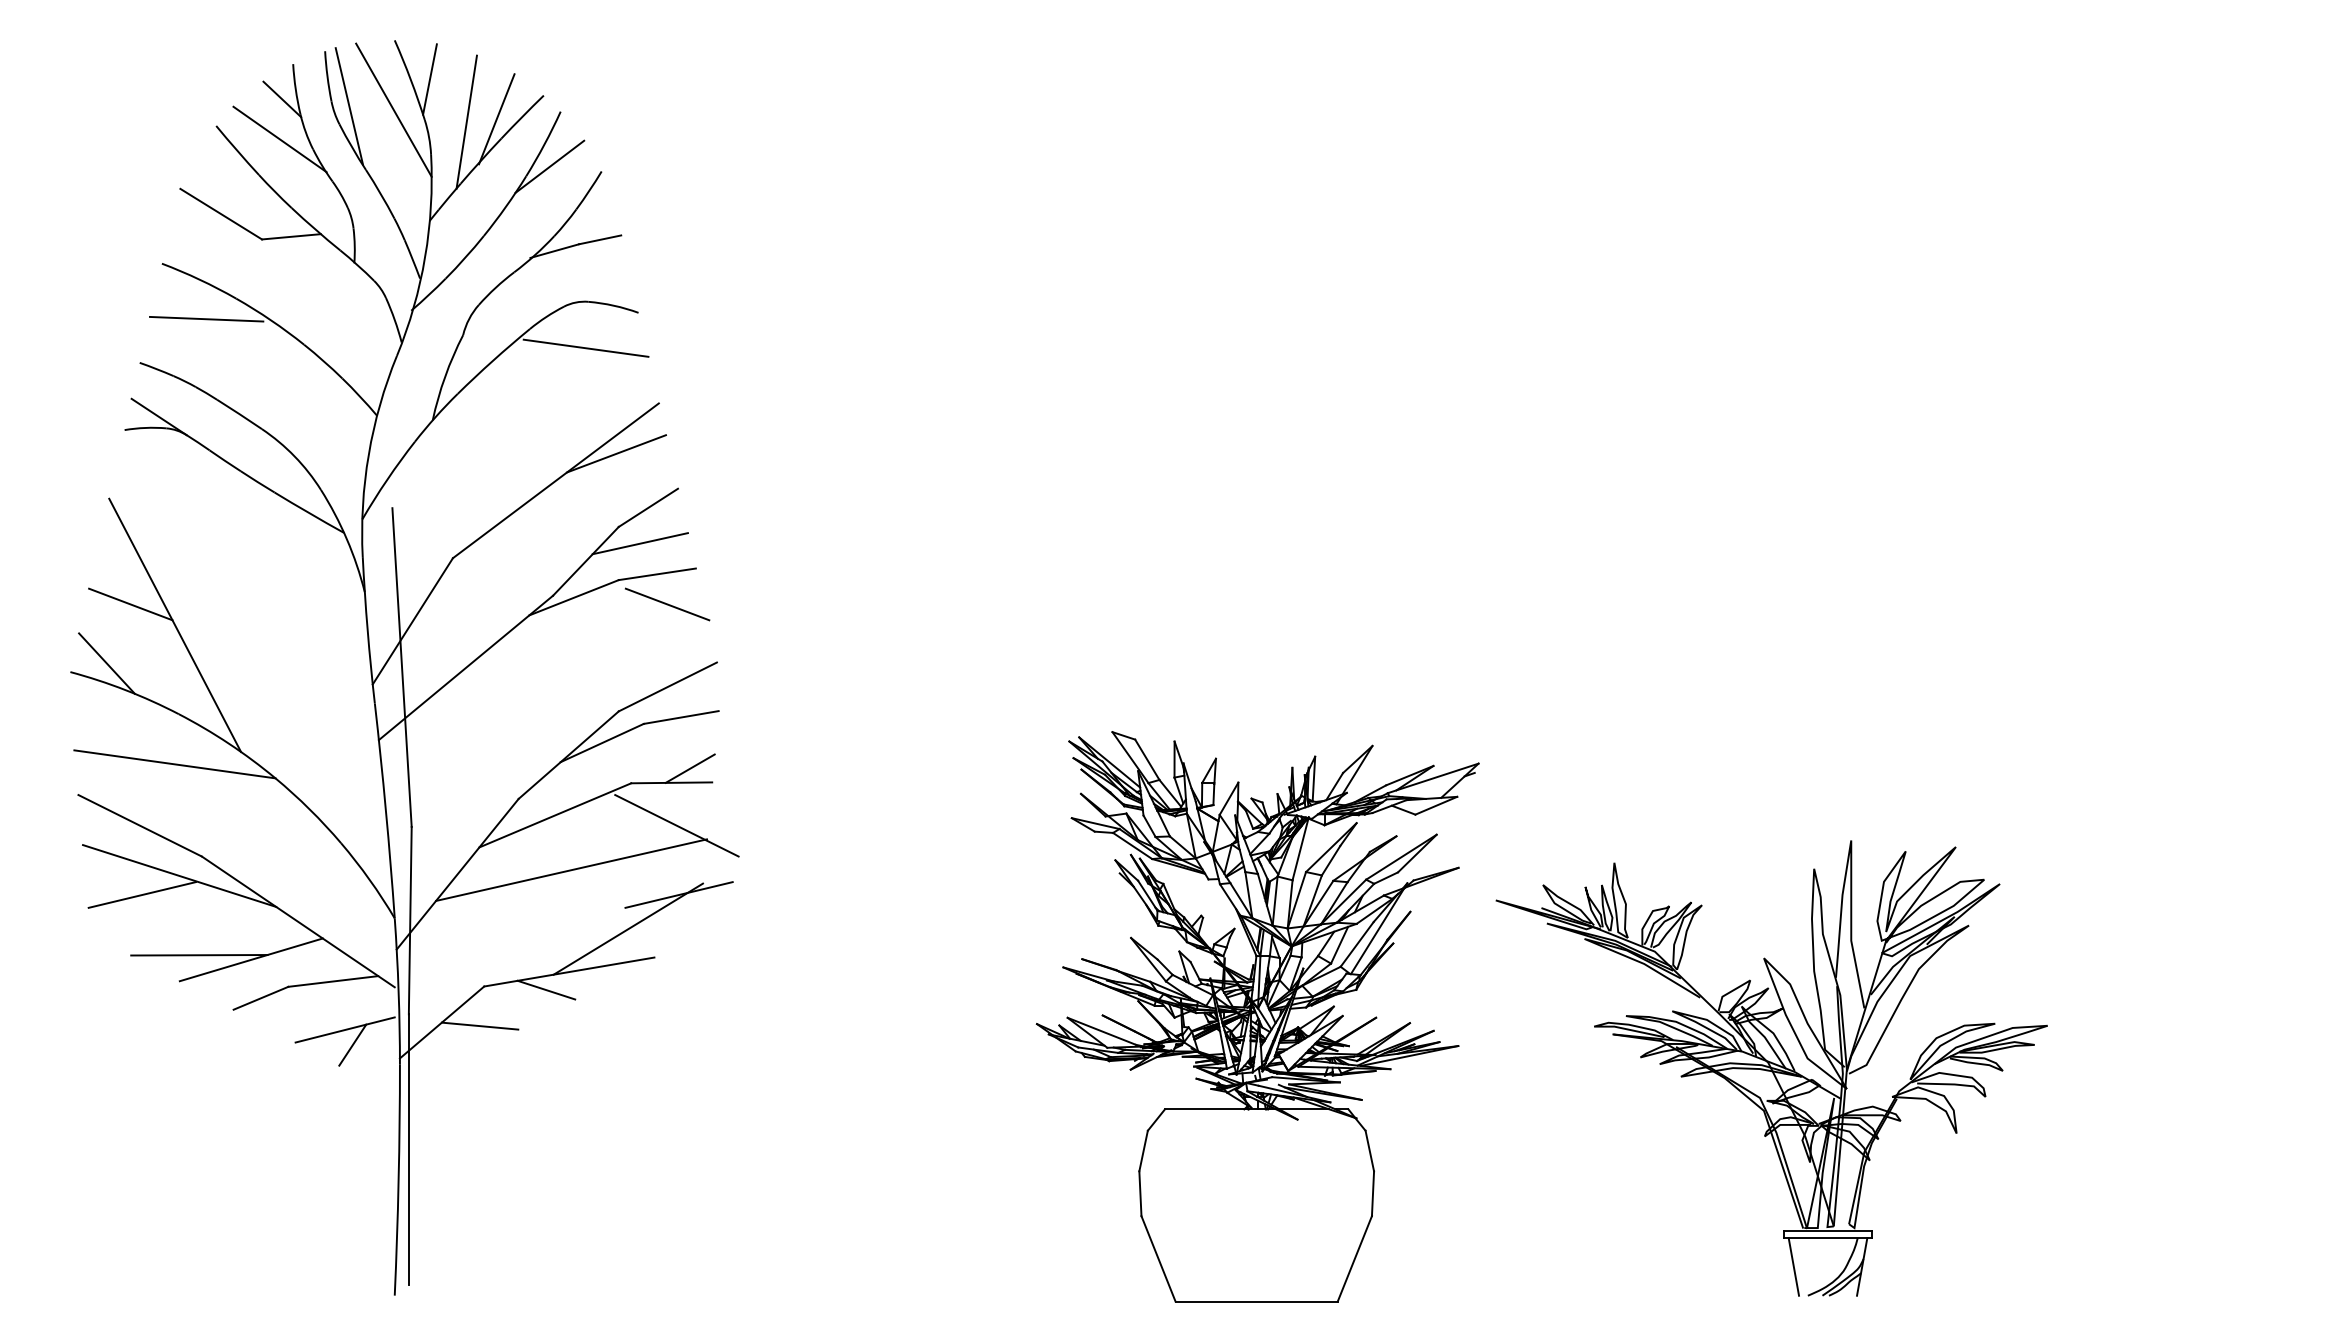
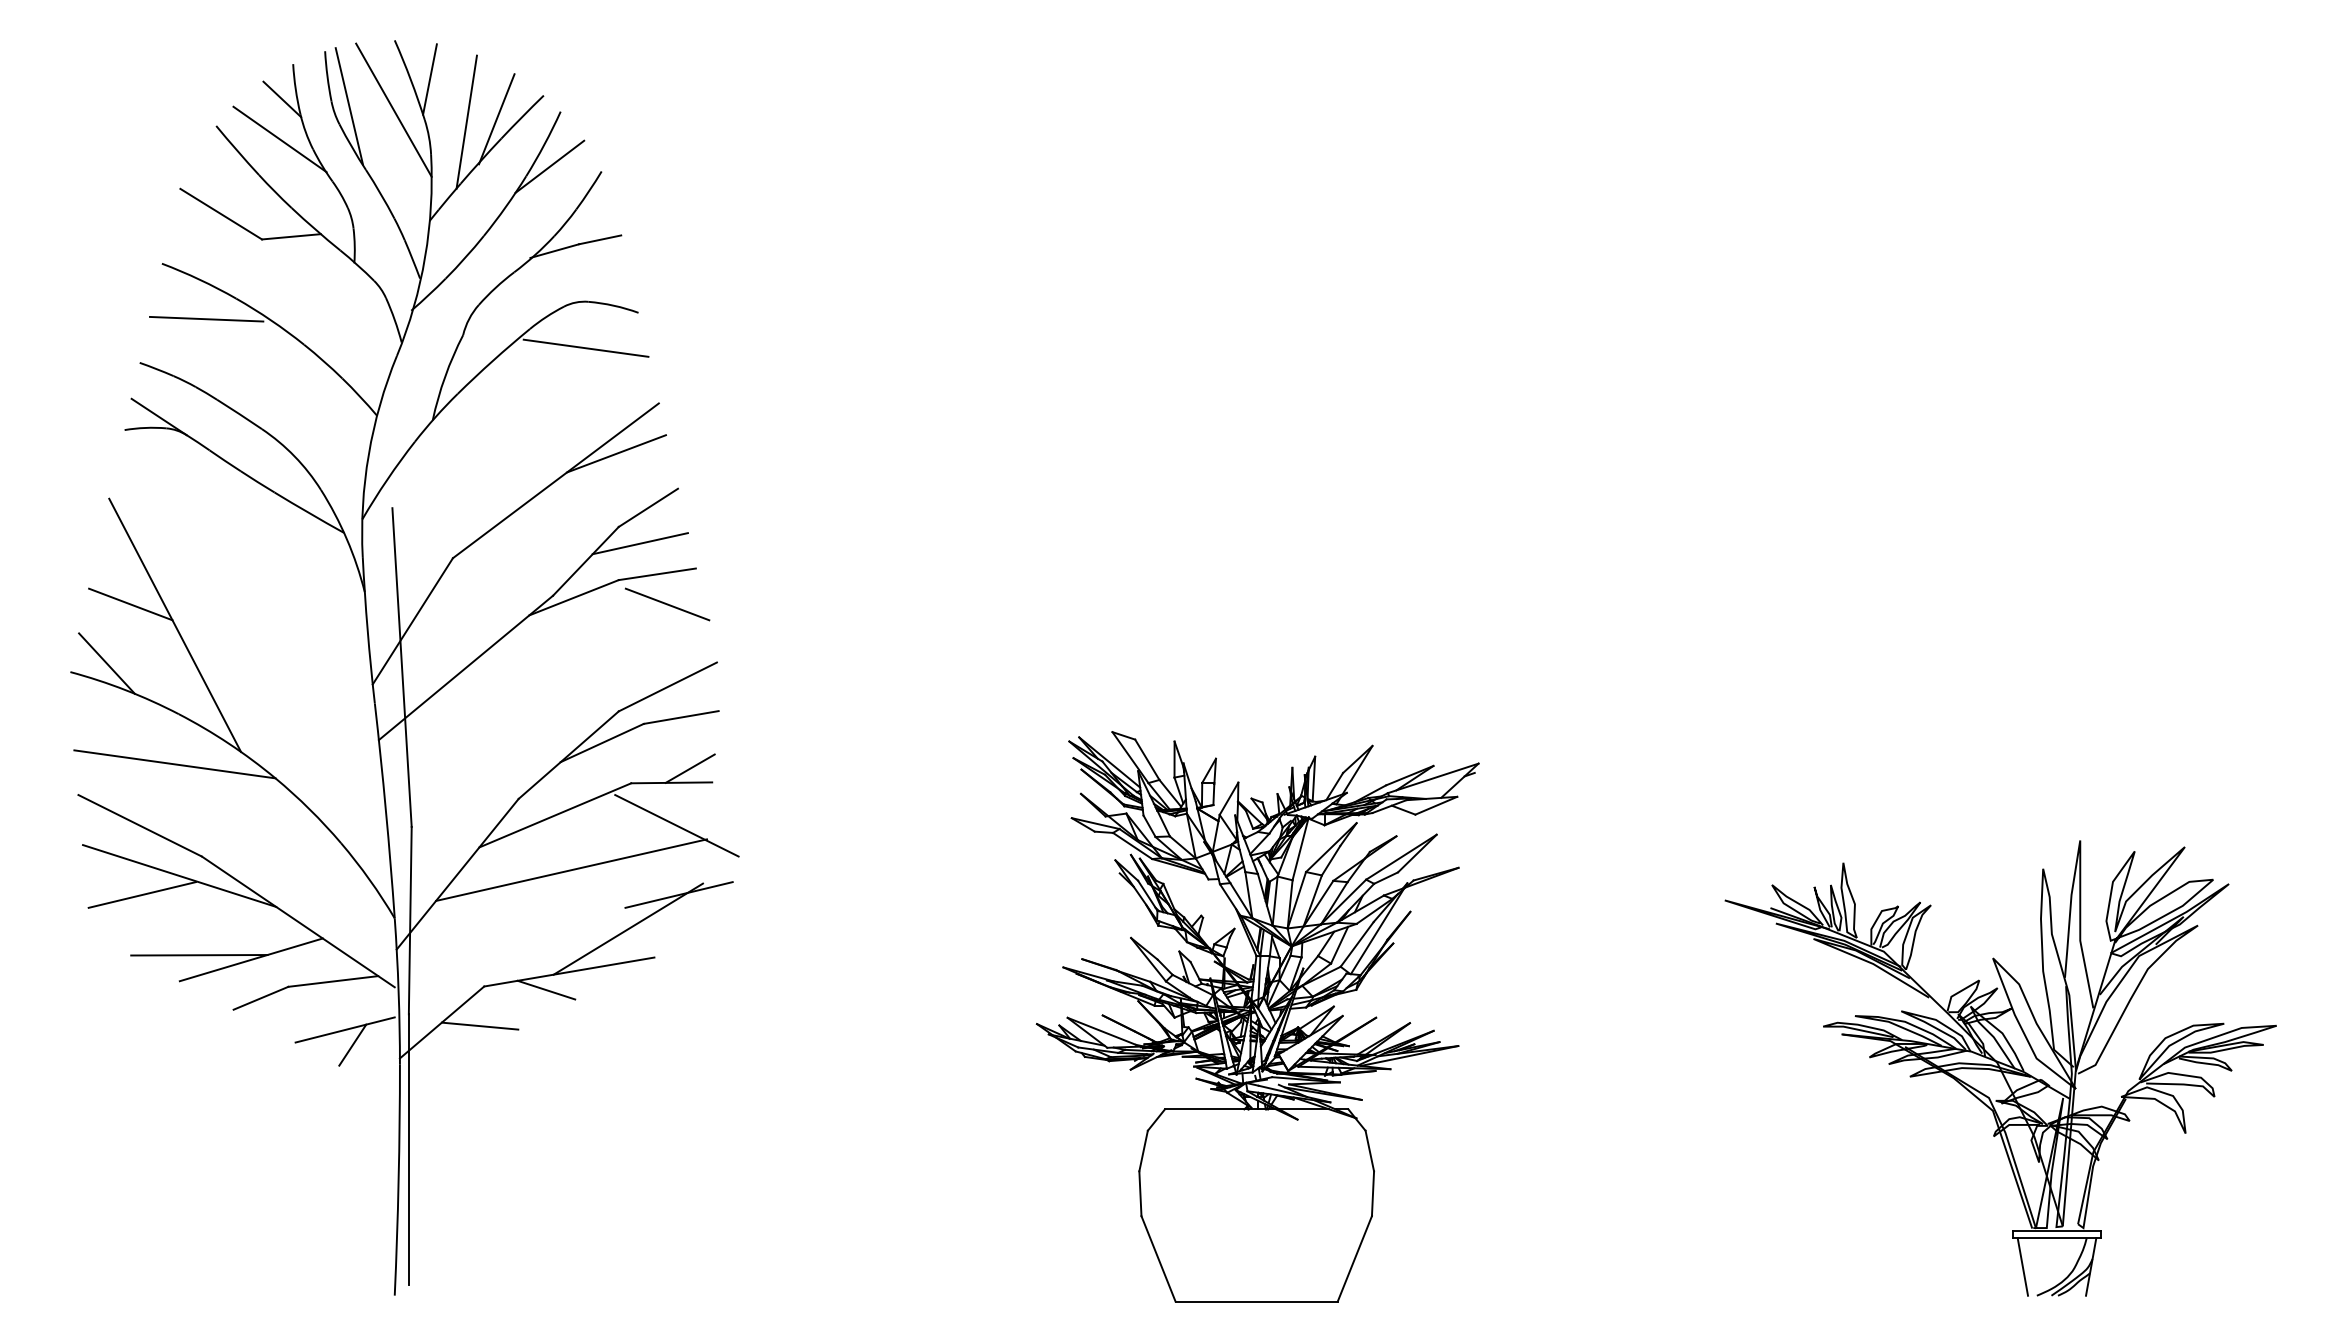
part at (1771, 1068) position: (1771, 1068) -> (2000, 1068)
